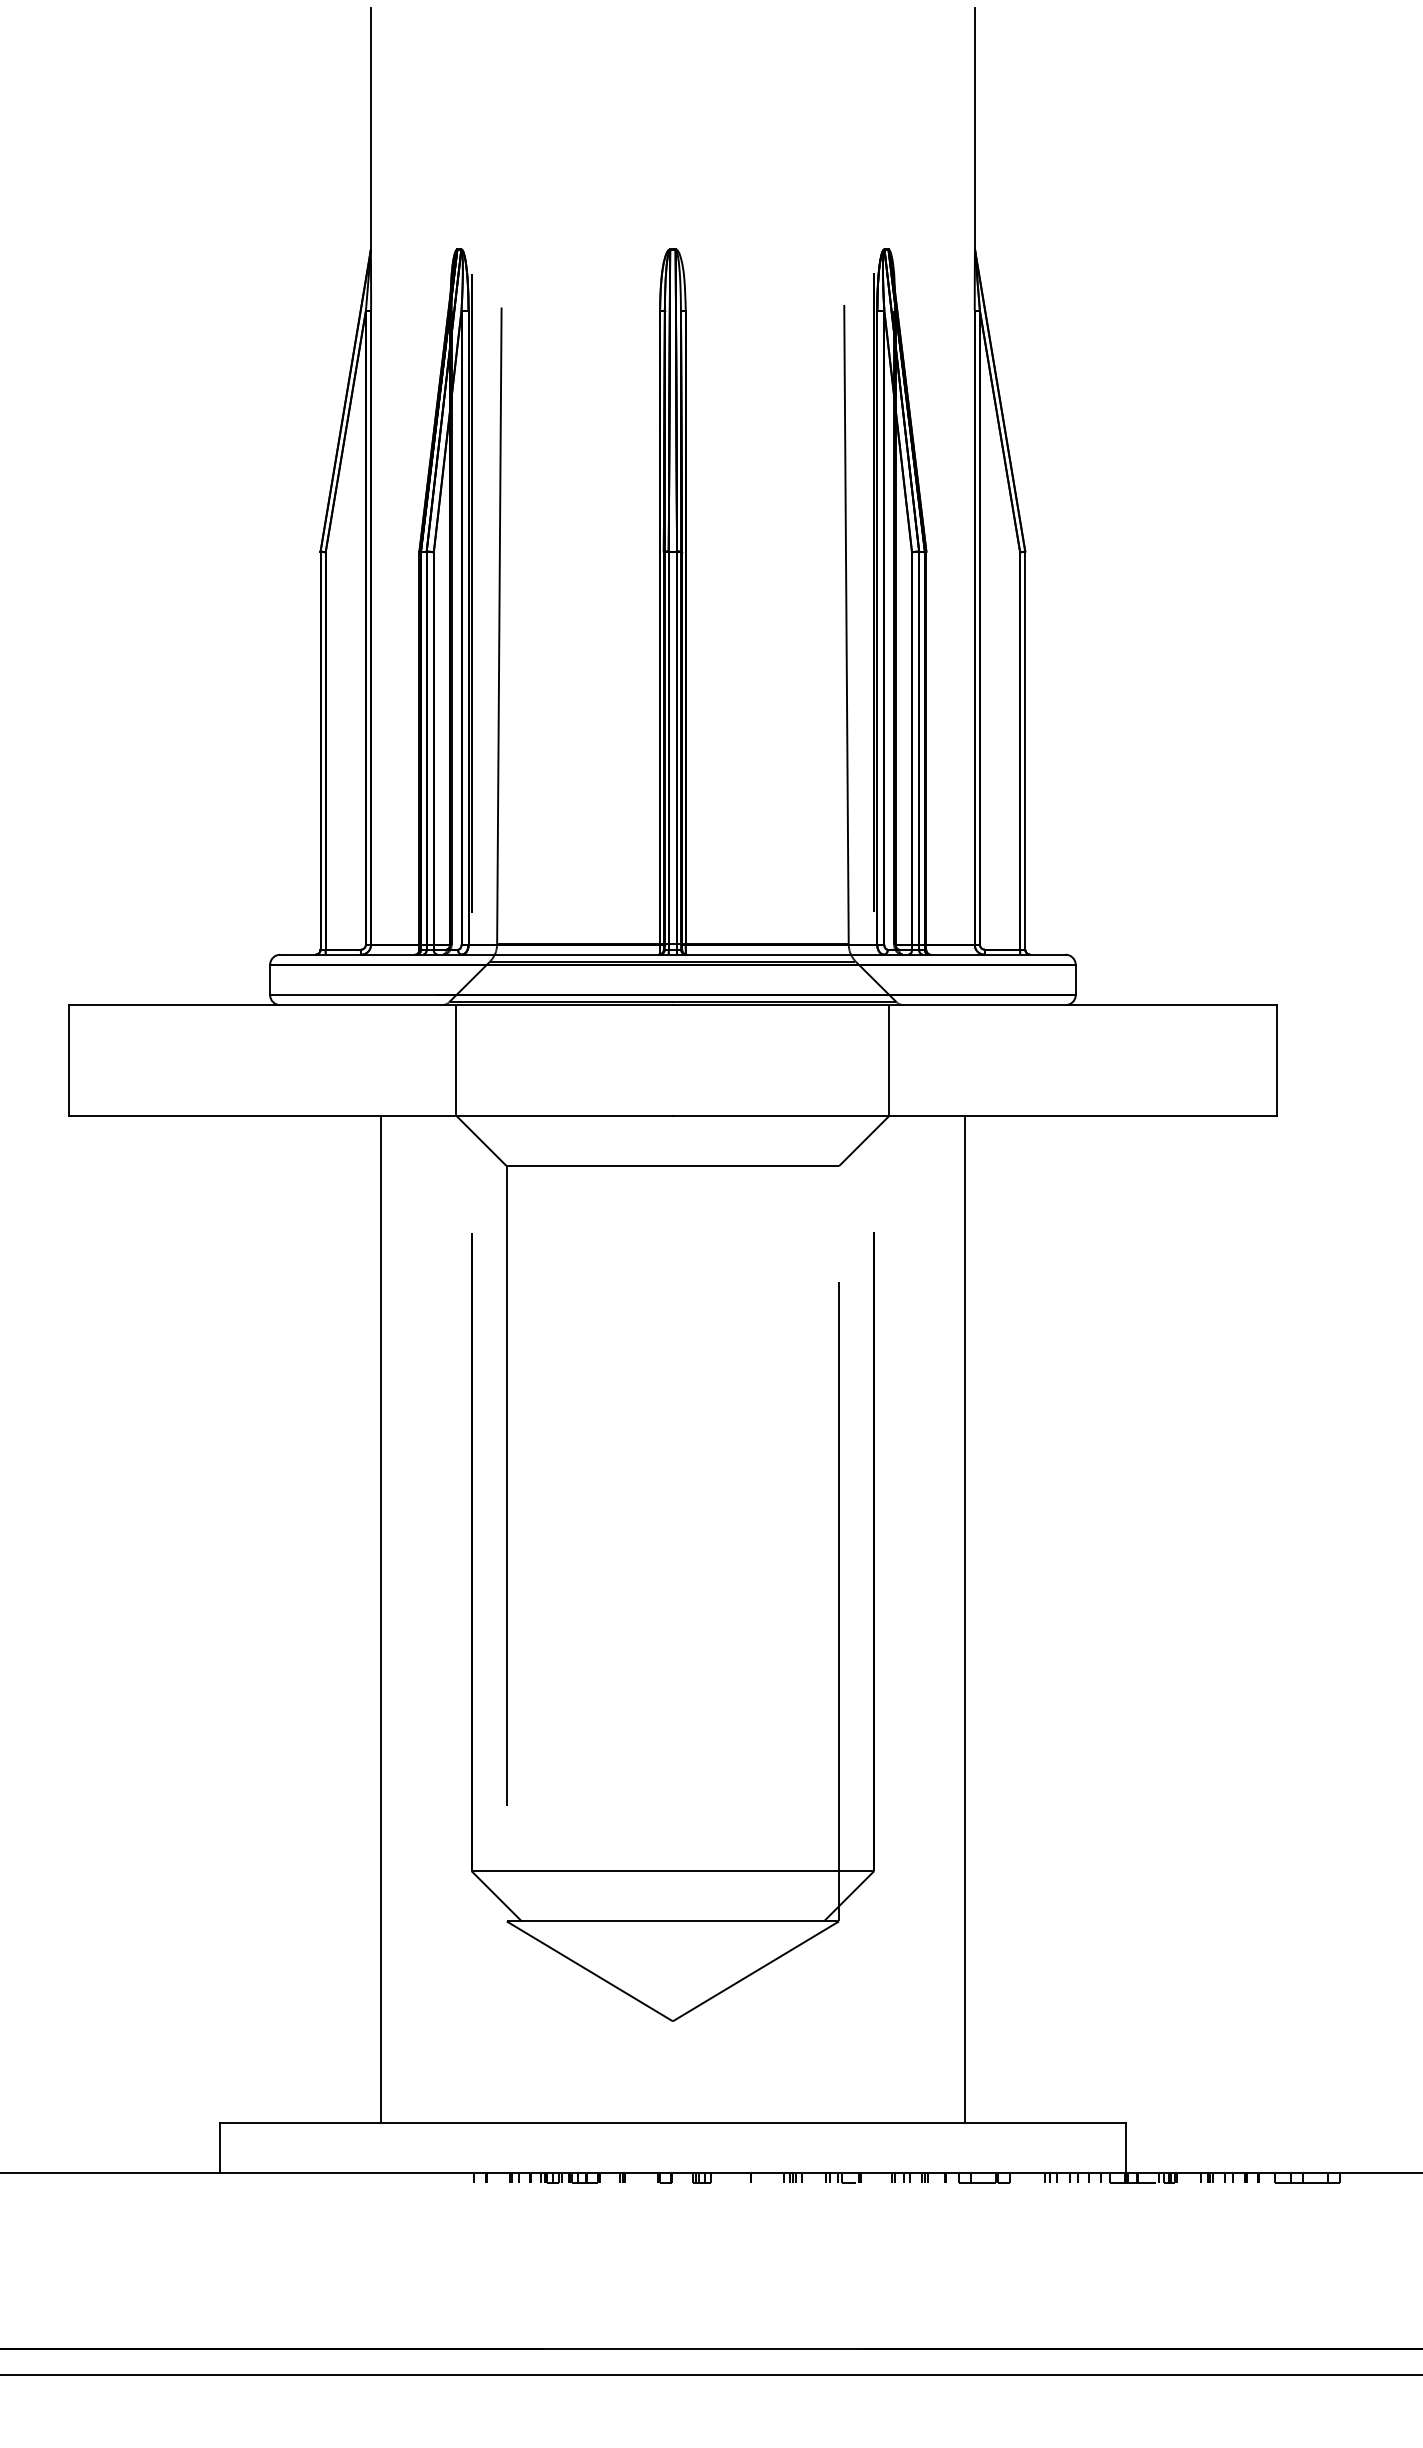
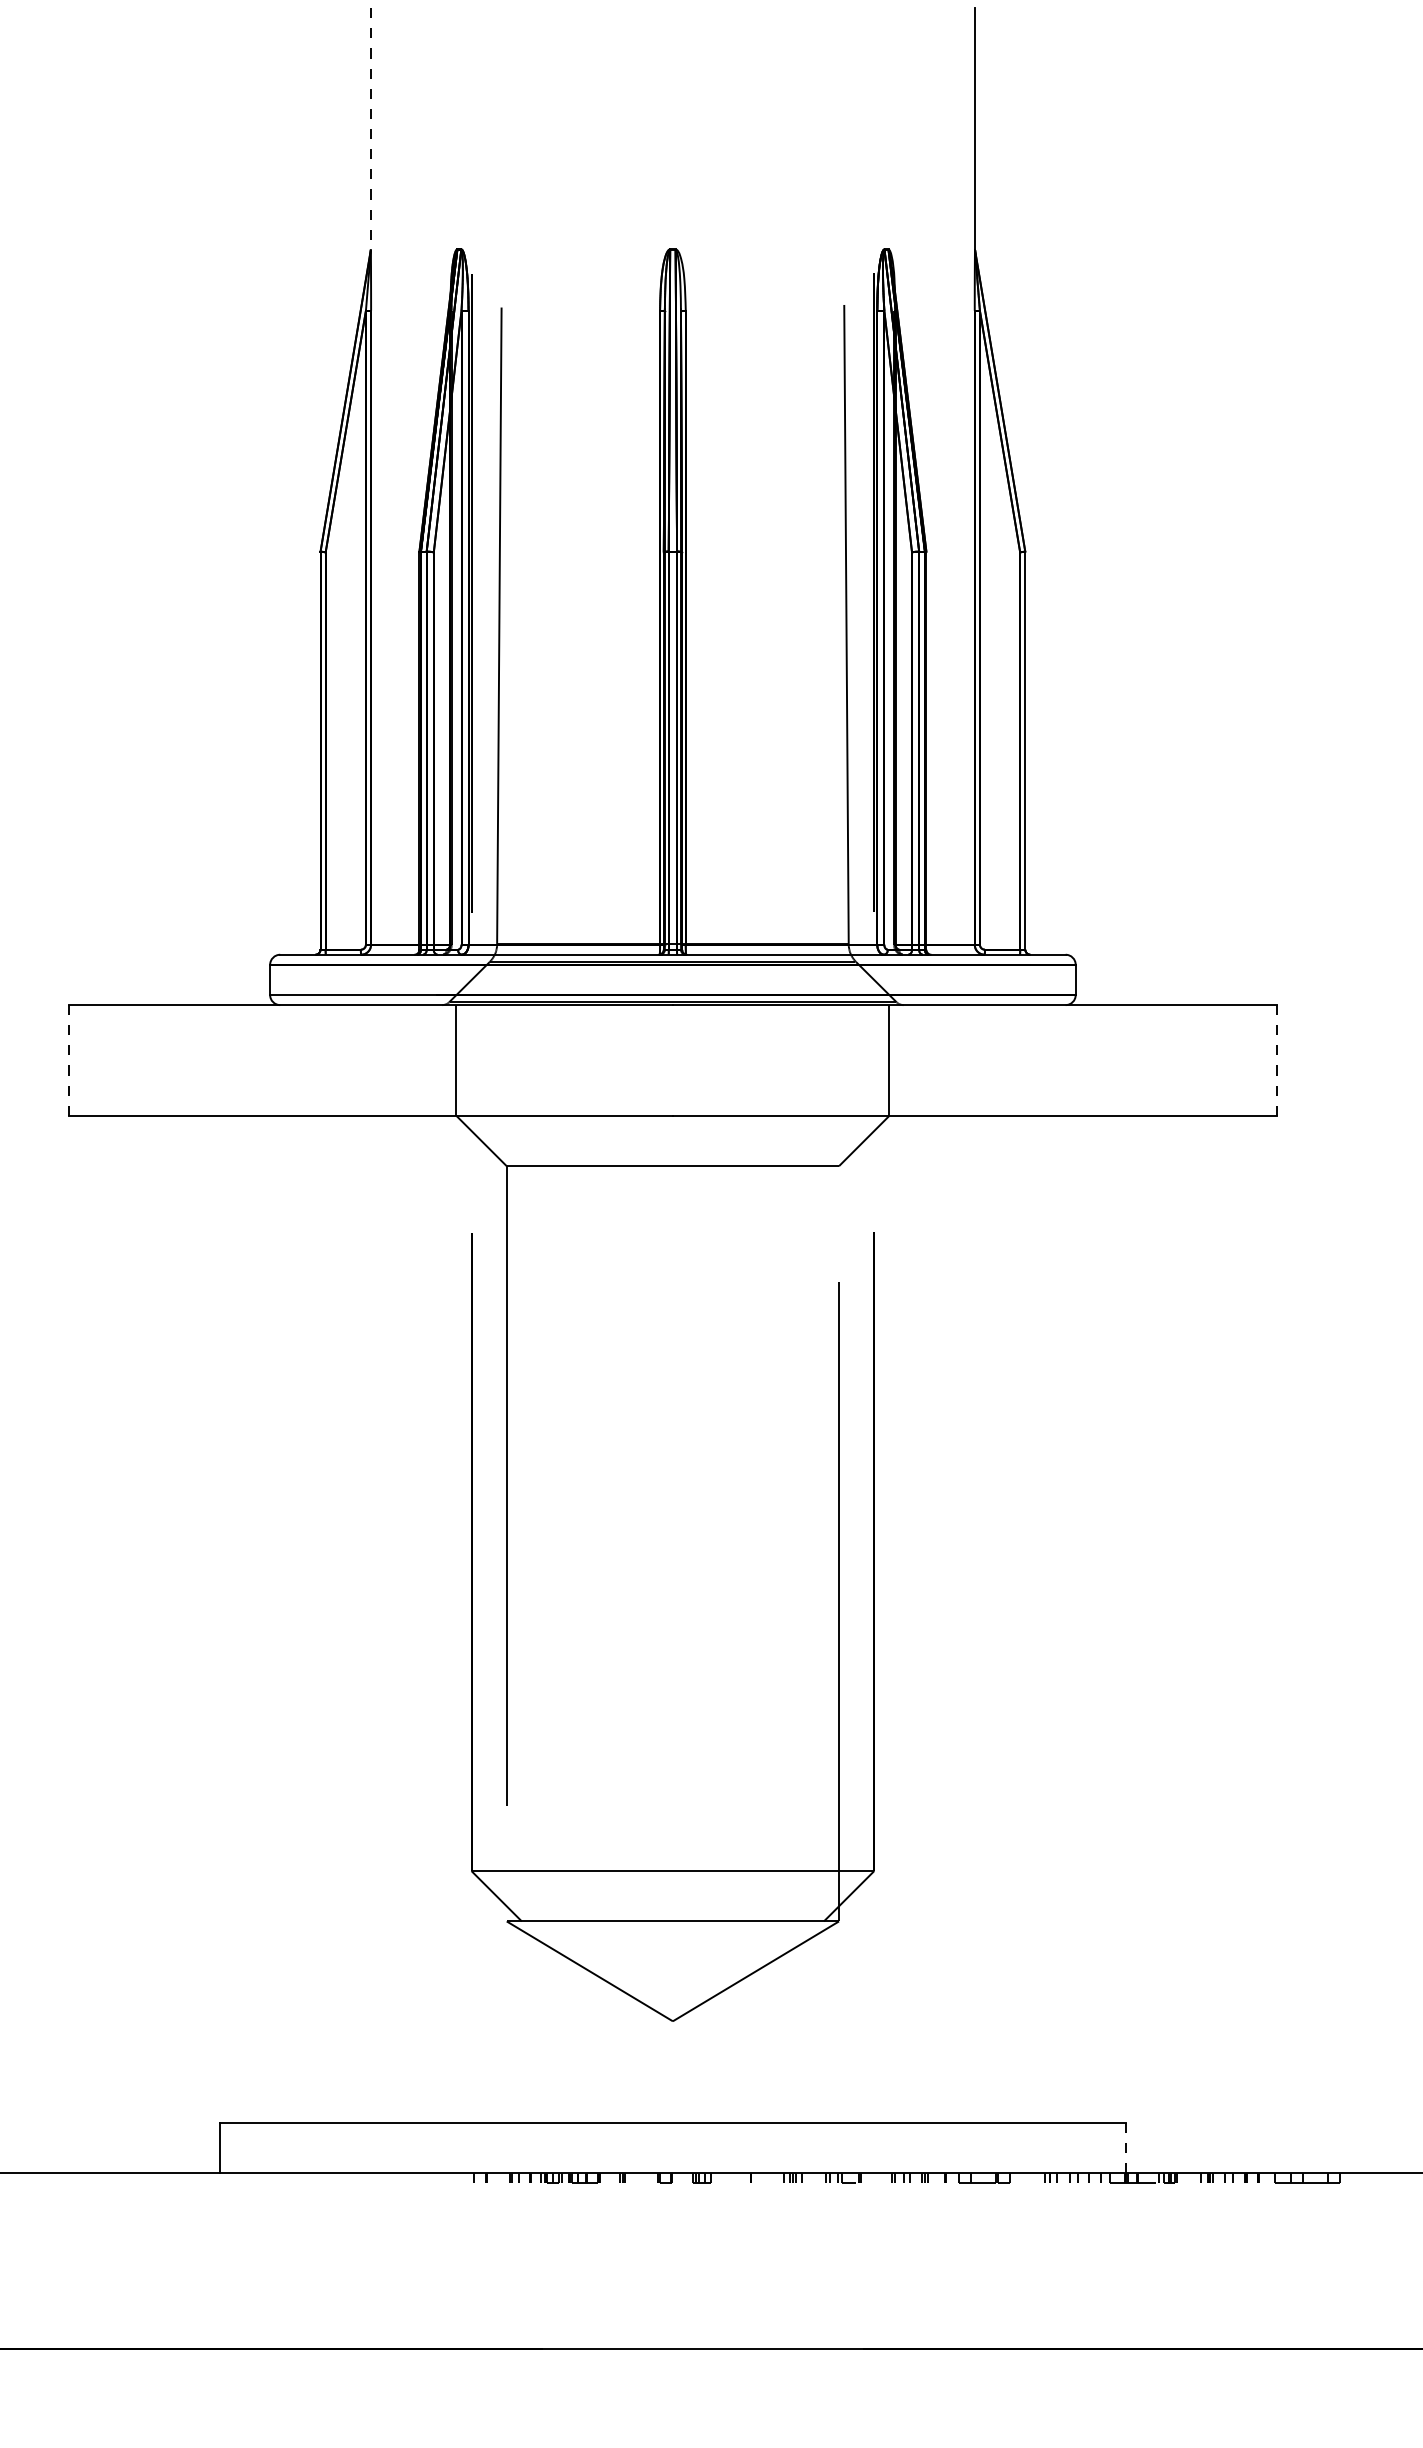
line at (370, 129): solid -> dashed
line at (1277, 1059): solid -> dashed
line at (68, 1060): solid -> dashed
line at (380, 1618): present -> none
line at (964, 1618): present -> none
line at (1126, 2147): solid -> dashed
line at (710, 2374): present -> none
